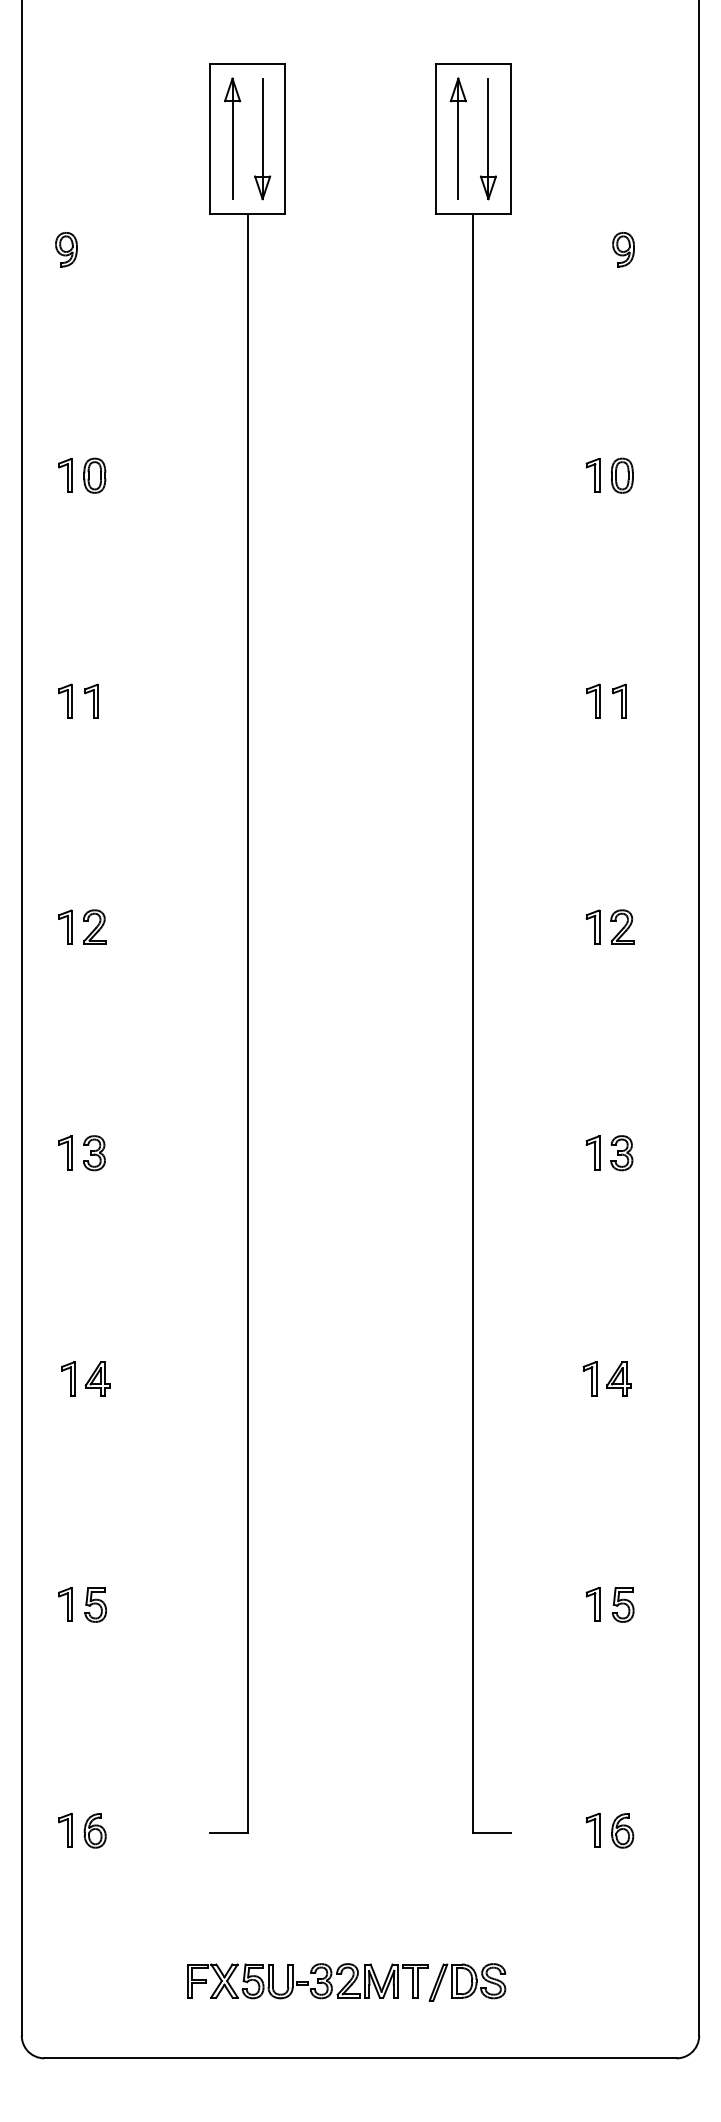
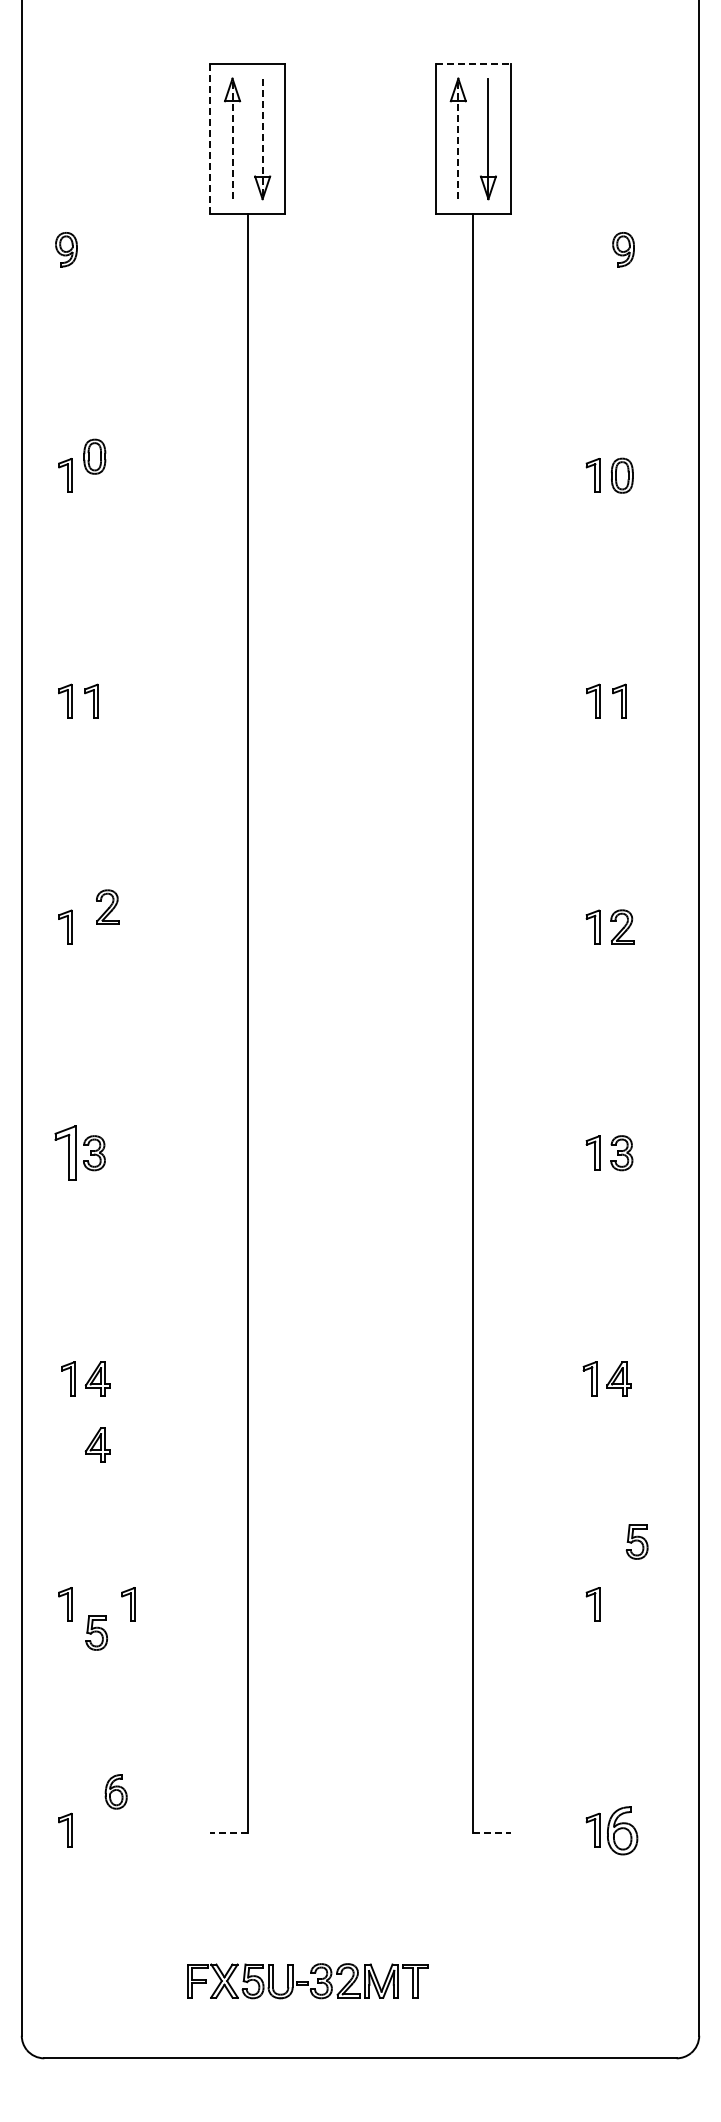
line at (473, 63): solid -> dashed
line at (209, 138): solid -> dashed
line at (232, 138): solid -> dashed
line at (458, 138): solid -> dashed
line at (262, 139): solid -> dashed
part at (94, 475) position: (94, 475) -> (94, 456)
part at (94, 926) position: (94, 926) -> (107, 906)
part at (65, 1152) size: 15x36 px -> 23x56 px
part at (97, 1444): none -> present
part at (95, 1604) position: (95, 1604) -> (96, 1632)
part at (128, 1604): none -> present
part at (622, 1604) position: (622, 1604) -> (636, 1541)
part at (94, 1830) position: (94, 1830) -> (115, 1791)
part at (622, 1830) size: 24x36 px -> 32x50 px
line at (228, 1832): solid -> dashed
line at (492, 1832): solid -> dashed
part at (467, 1982): present -> none
